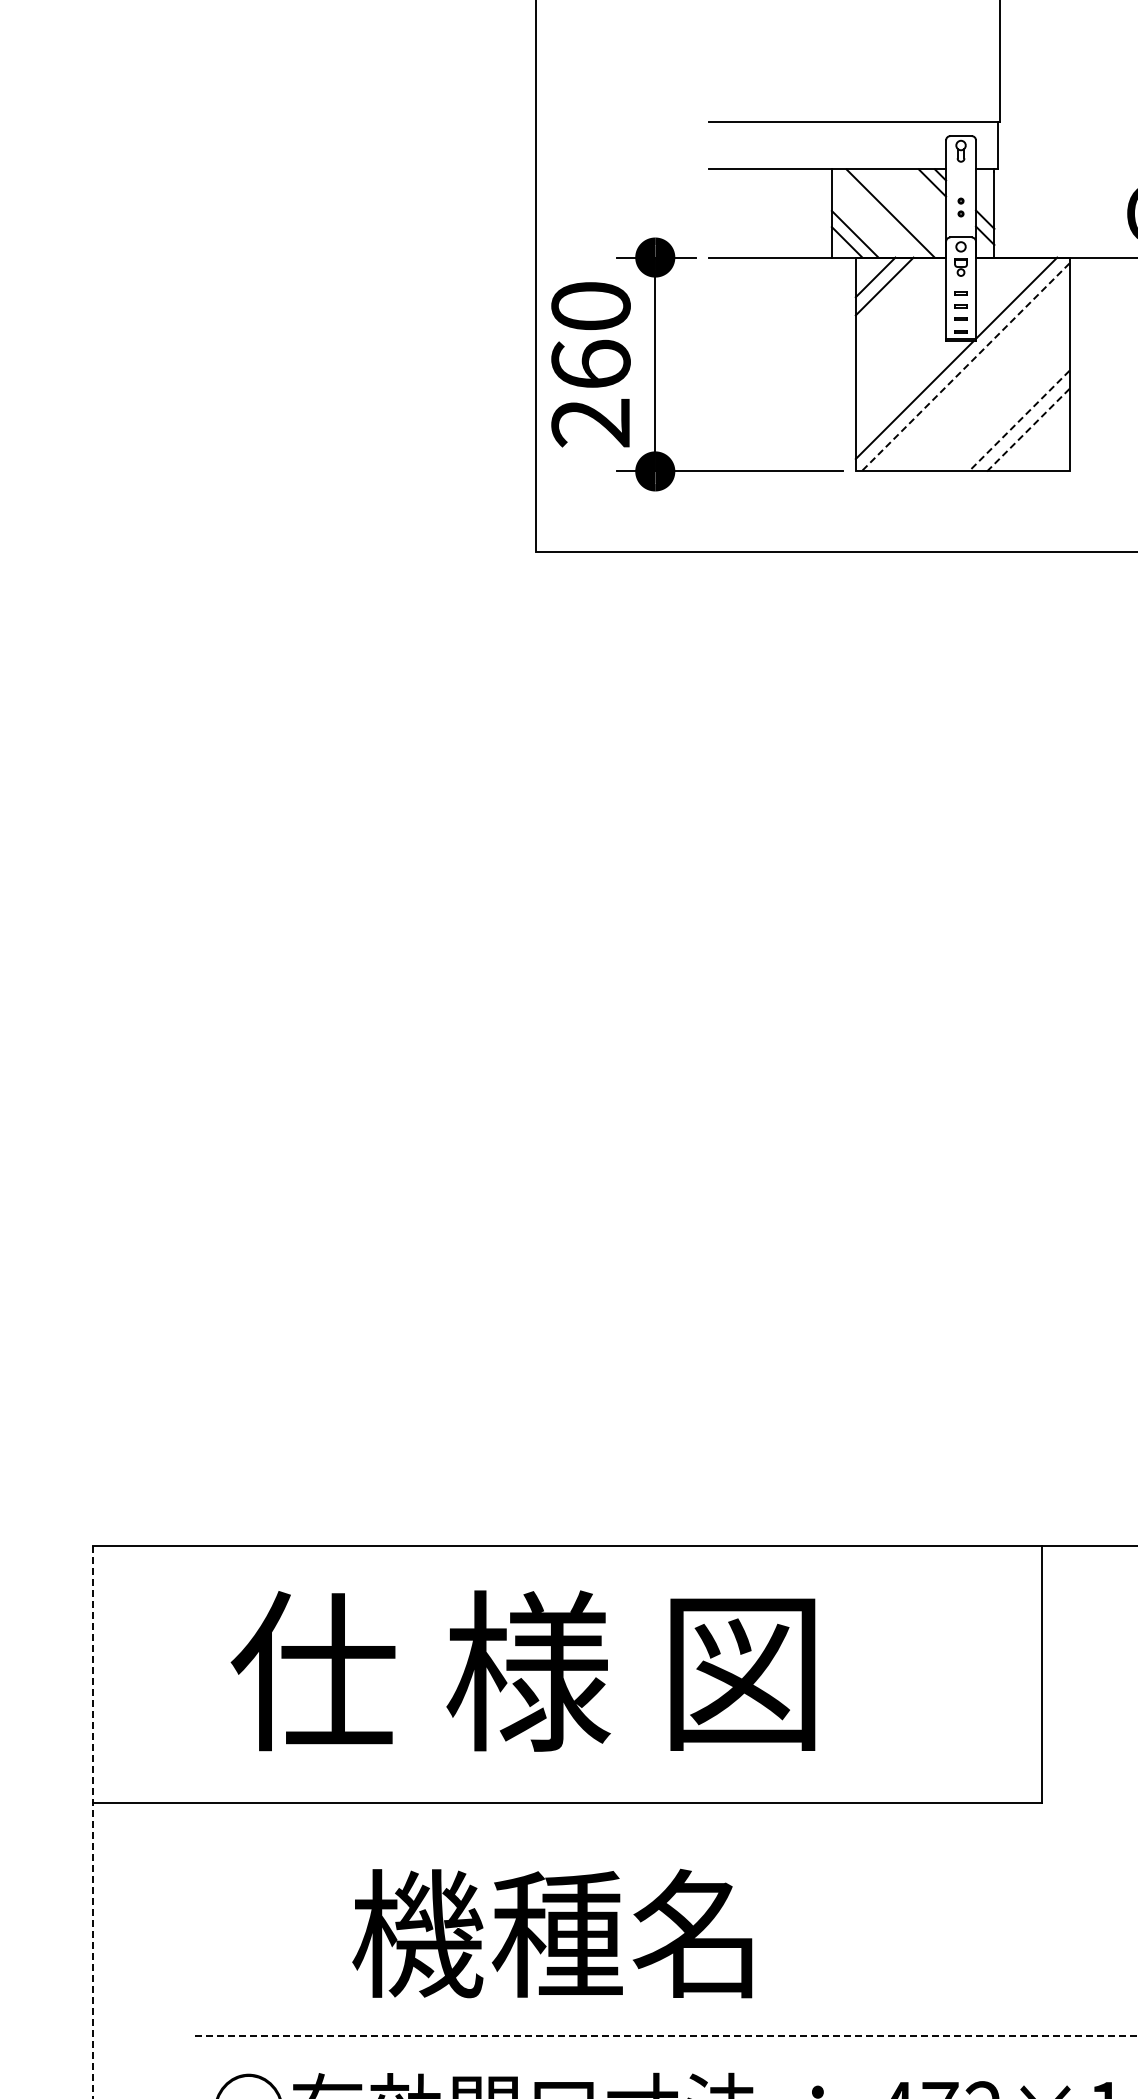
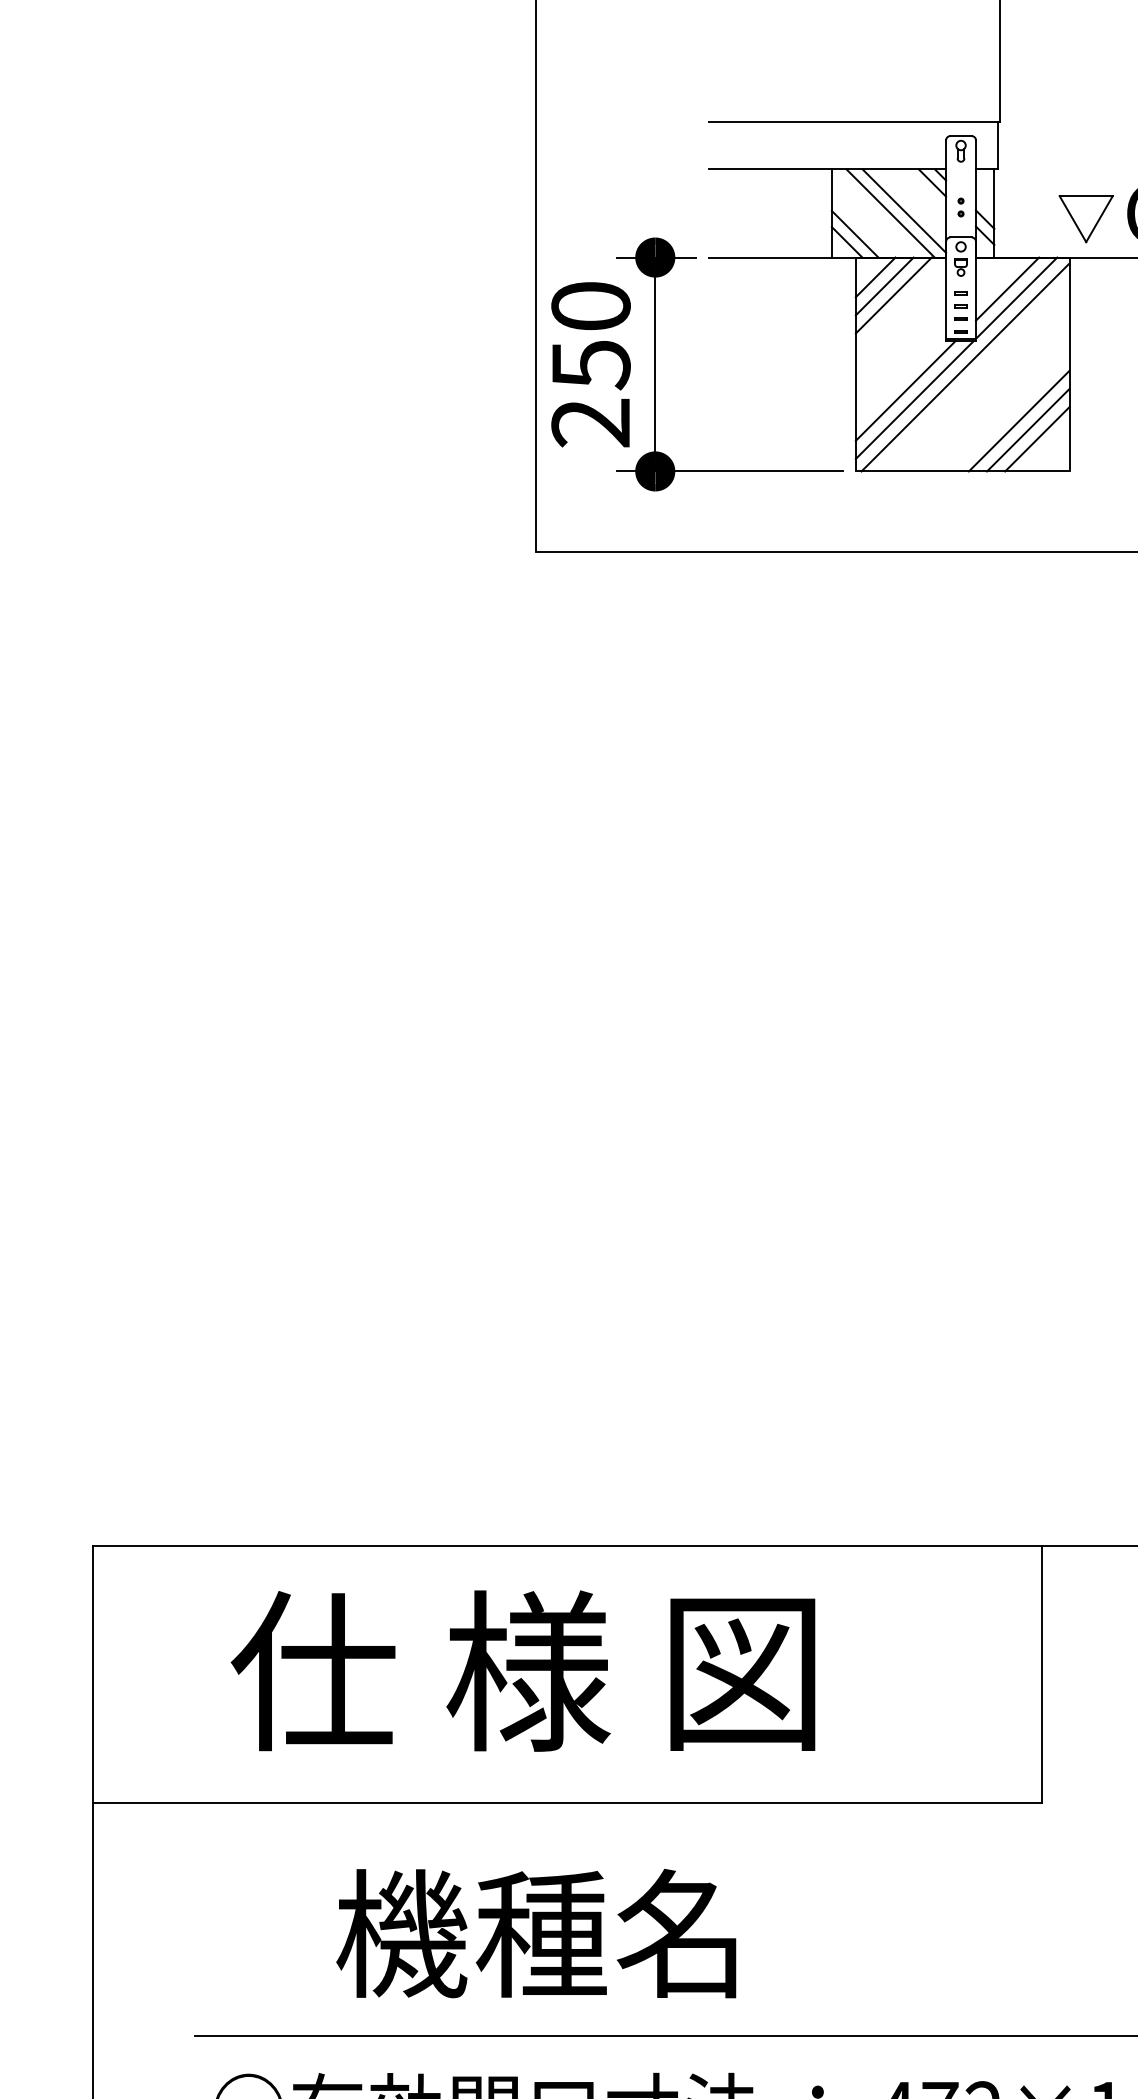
line at (904, 210): none -> present
part at (1085, 219): none -> present
line at (1007, 288): none -> present
line at (893, 295): none -> present
text at (590, 364): 260 -> 250
line at (965, 367): dashed -> solid
line at (905, 390): none -> present
line at (1018, 421): dashed -> solid
line at (1028, 430): dashed -> solid
line at (1037, 438): none -> present
line at (92, 1822): dashed -> solid
text at (552, 1933) position: (552, 1933) -> (536, 1933)
line at (667, 2036): dashed -> solid
